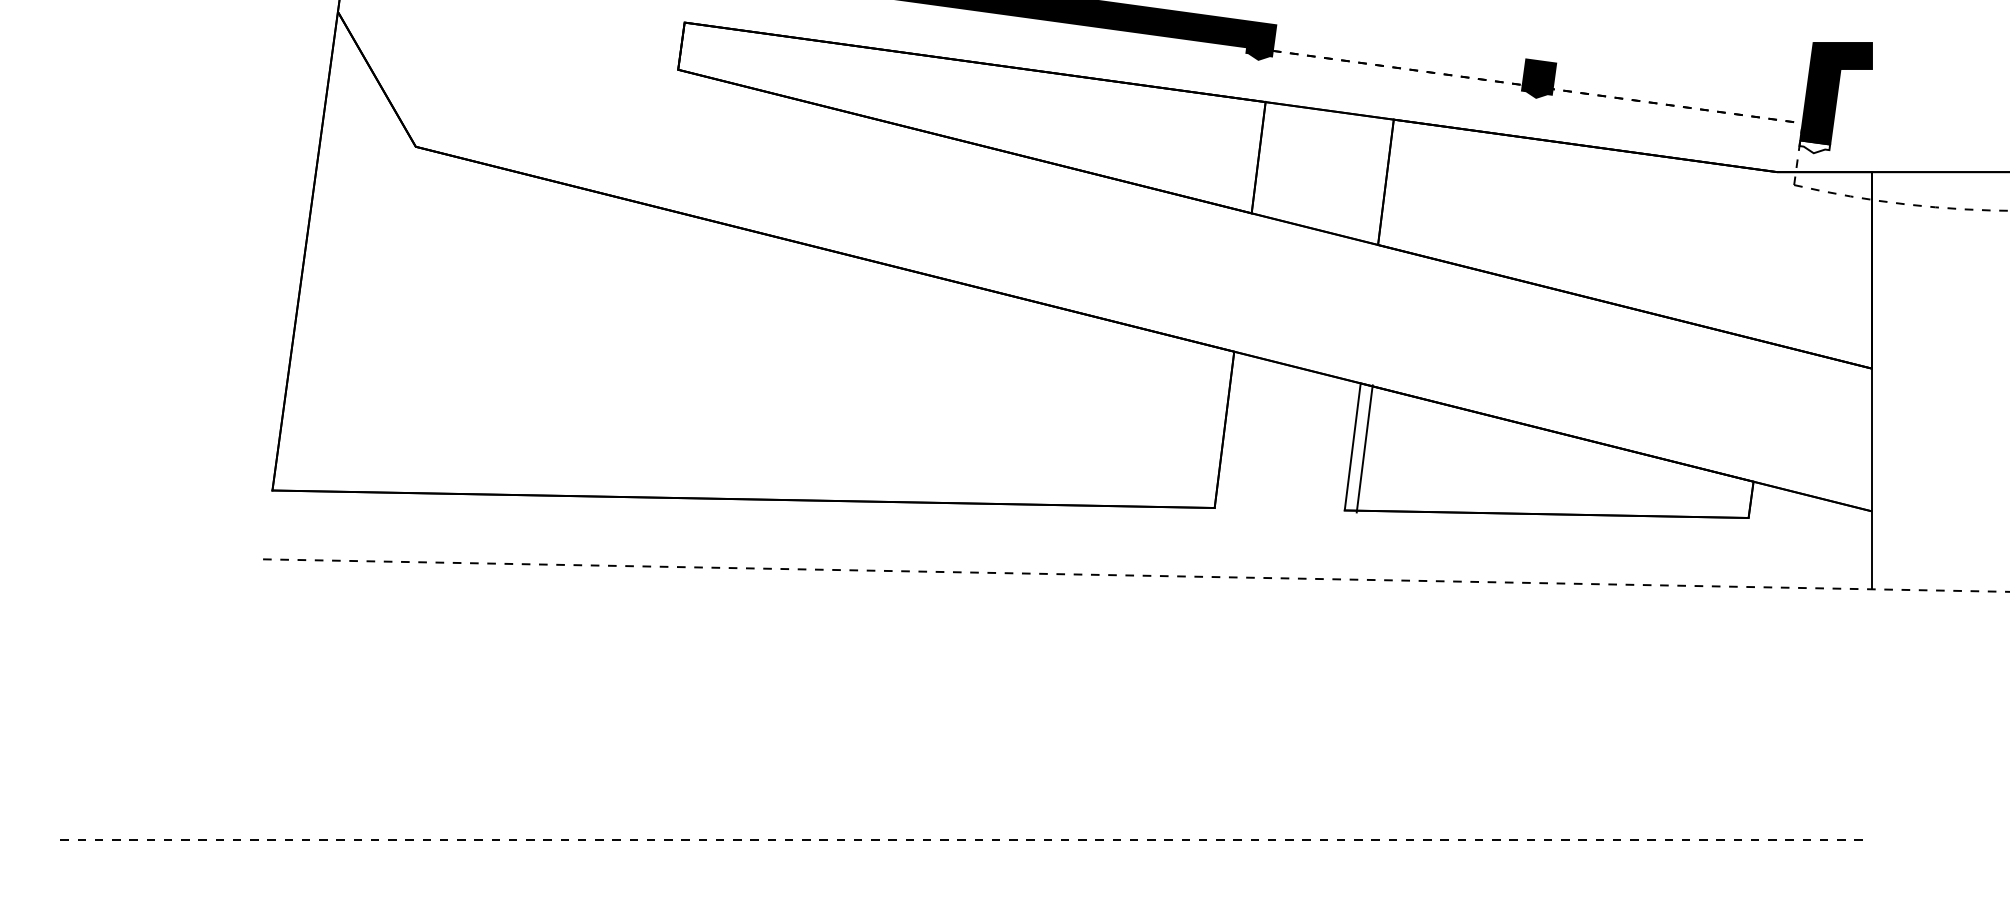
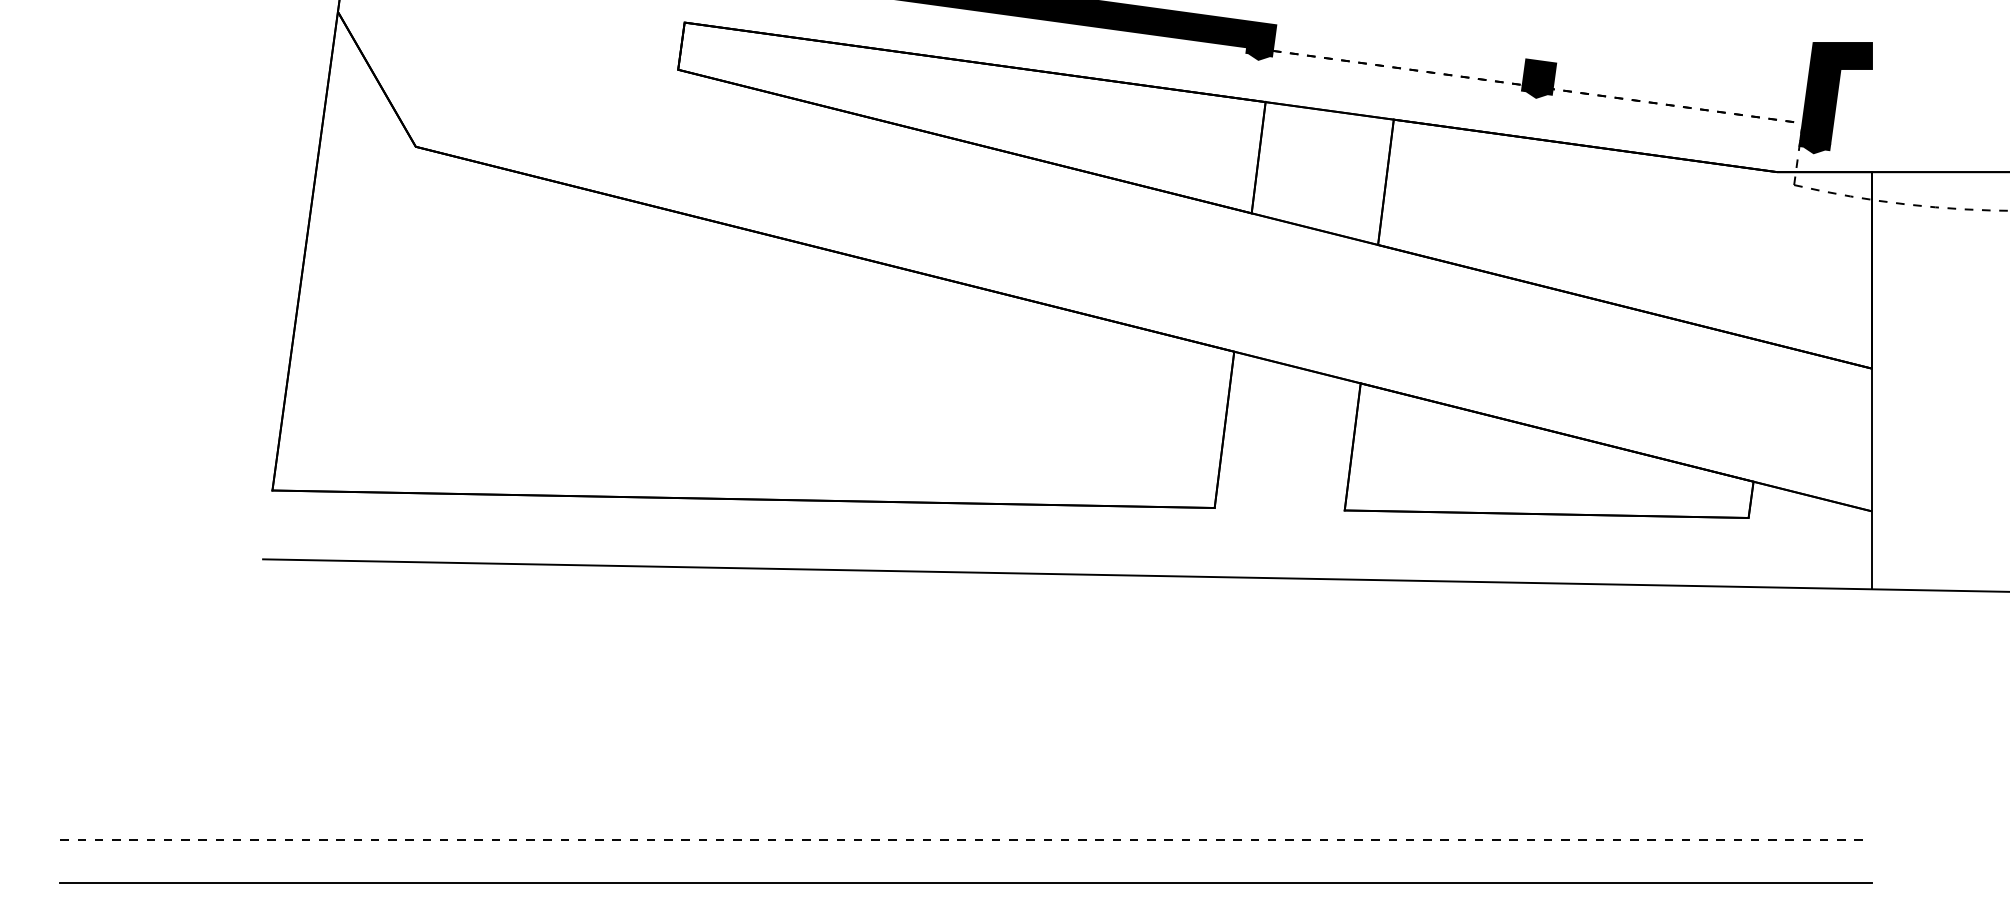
fill at (1814, 146): none -> present
line at (1364, 448) position: (1364, 448) -> (1352, 446)
line at (1136, 575): dashed -> solid
line at (965, 882): none -> present
